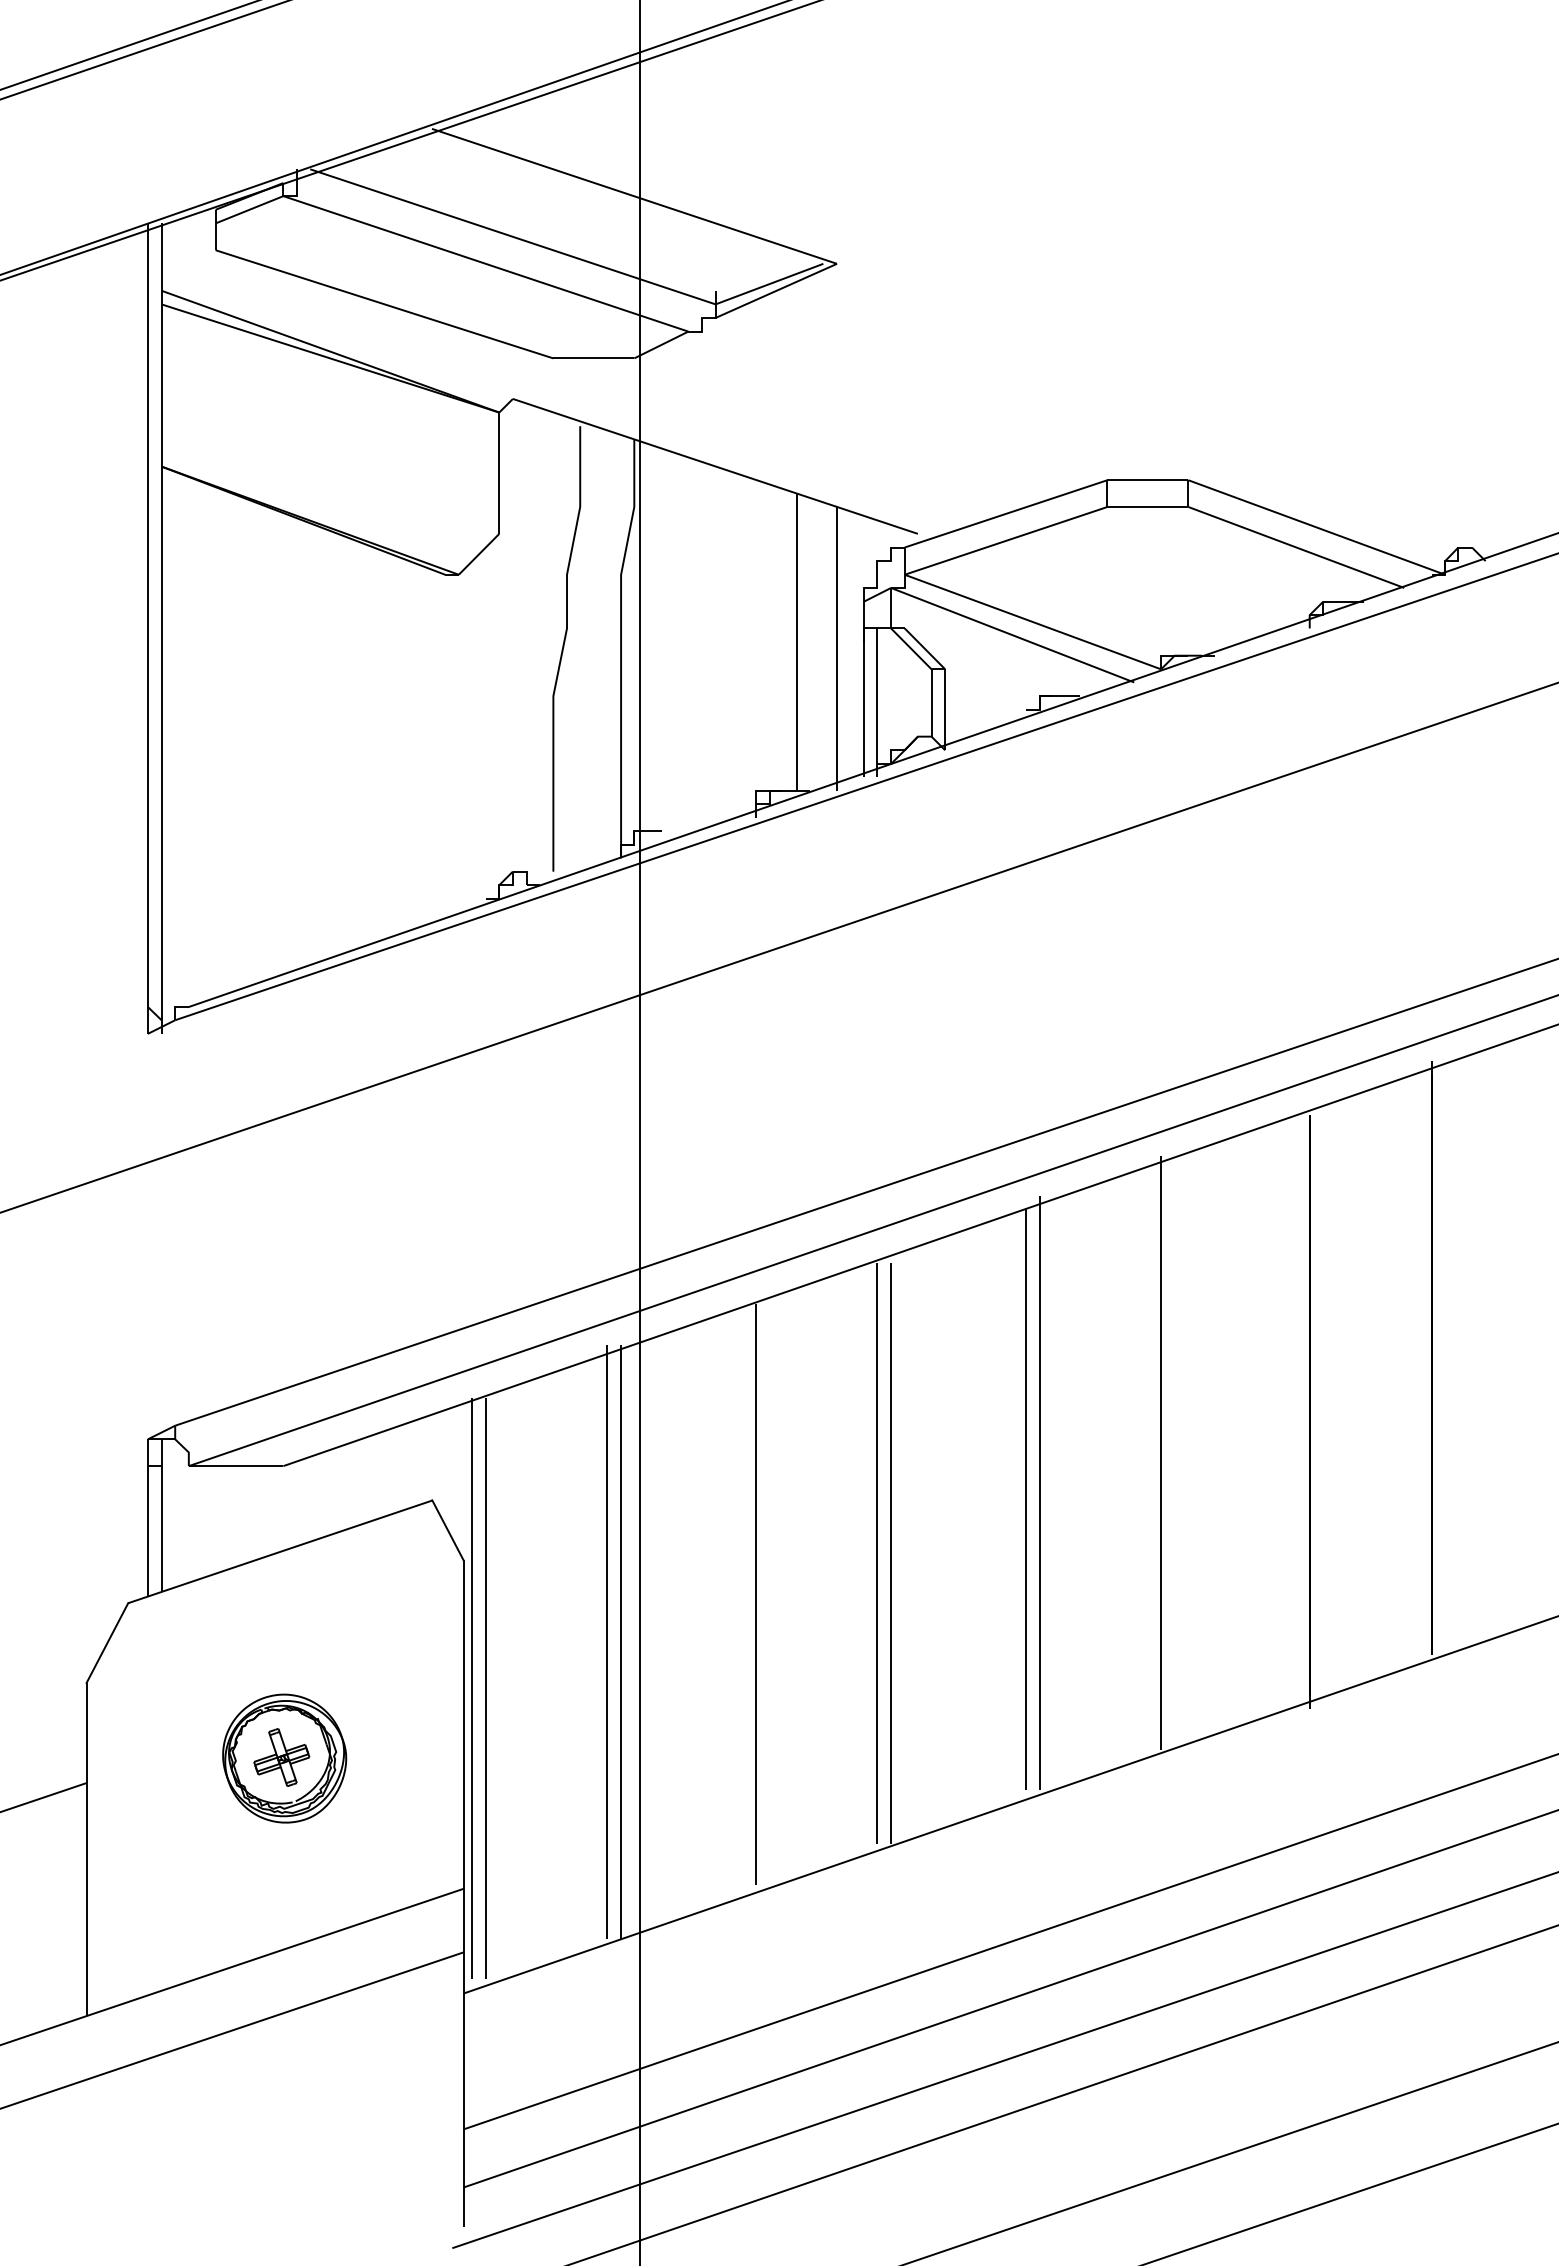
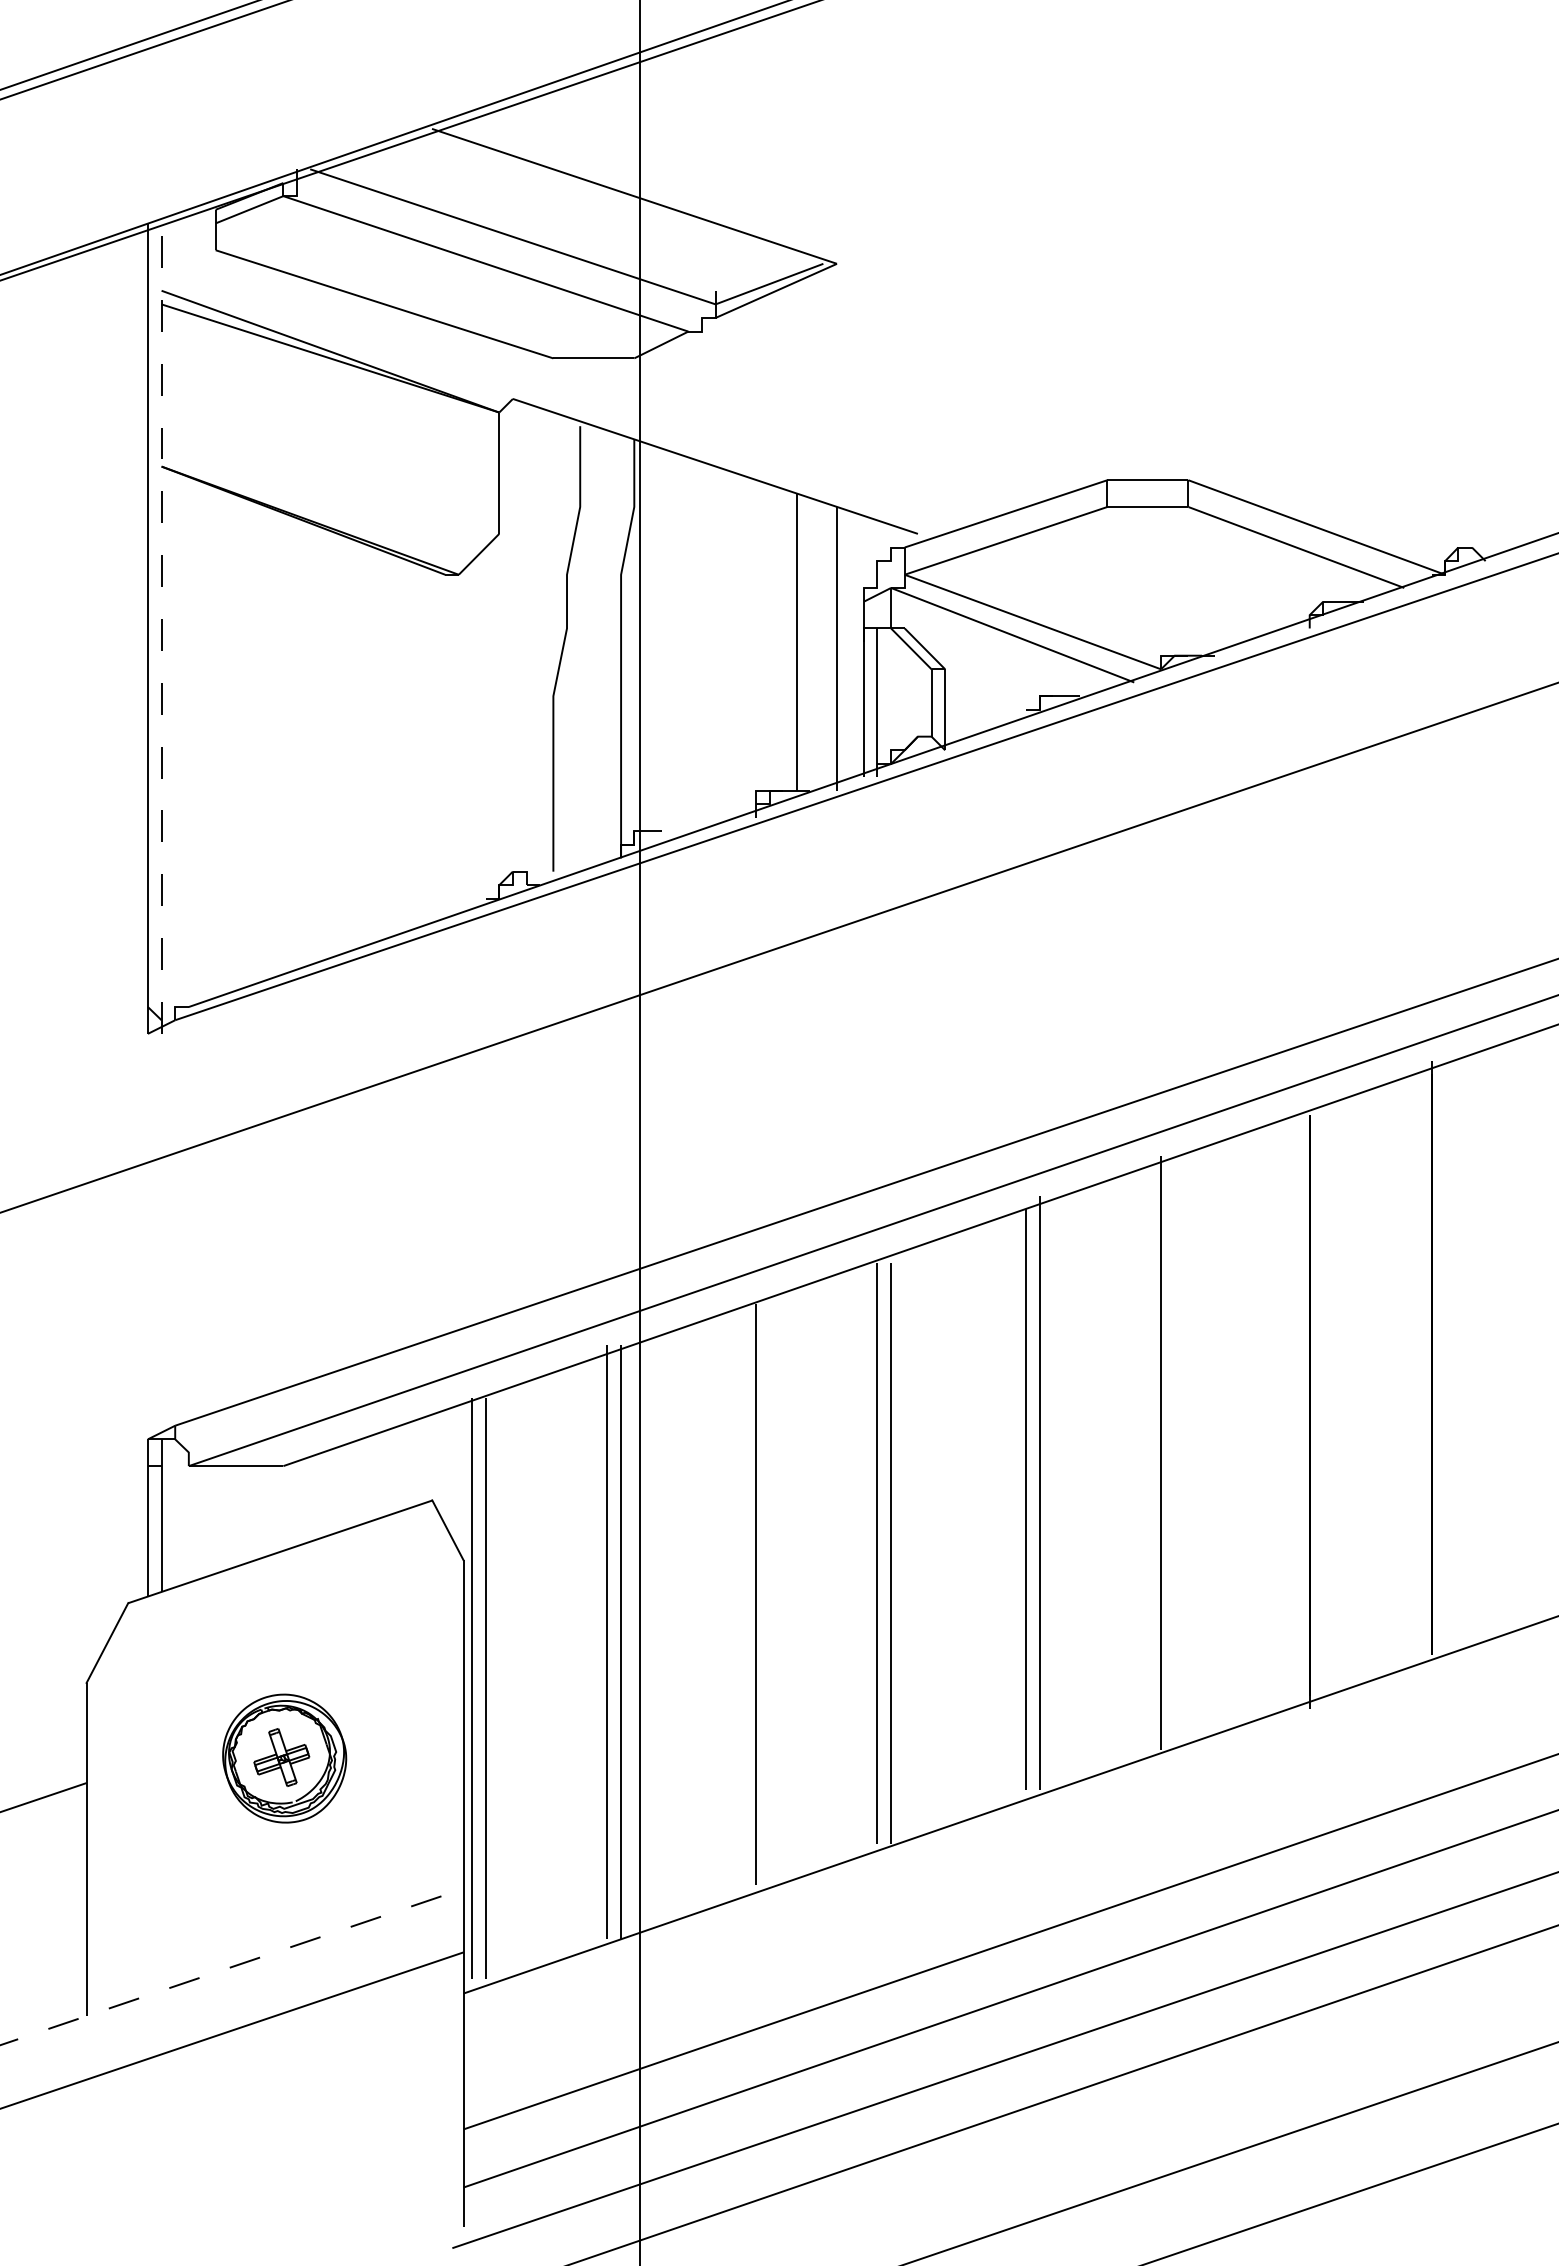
line at (161, 628): solid -> dashed
line at (232, 1966): solid -> dashed
